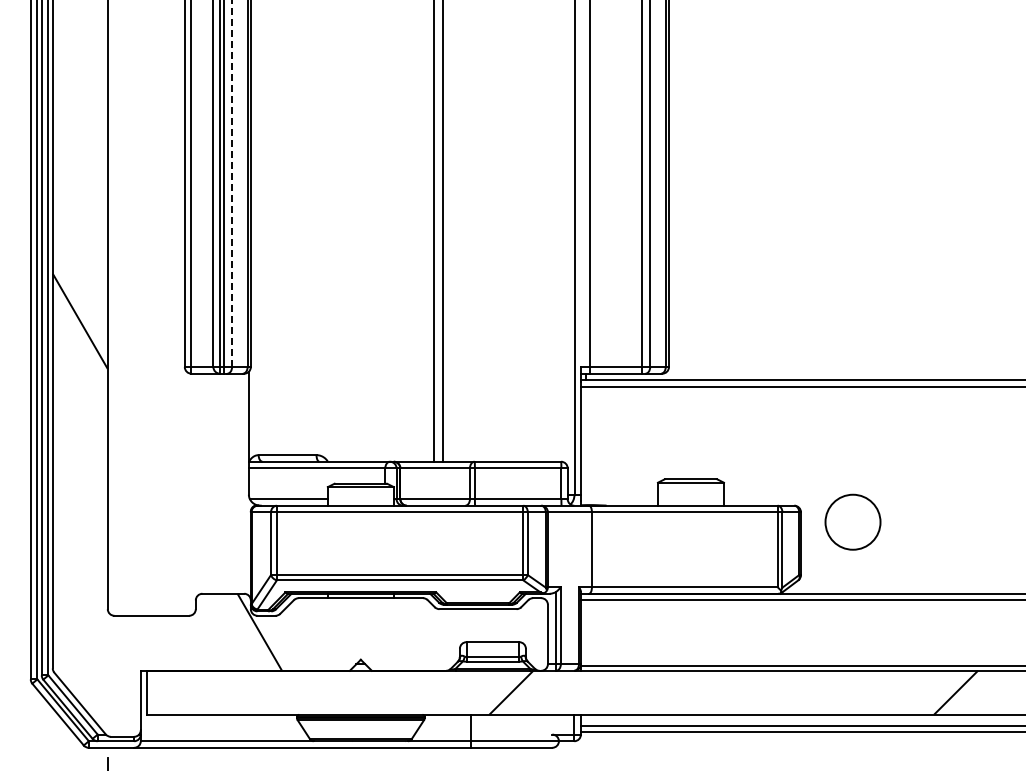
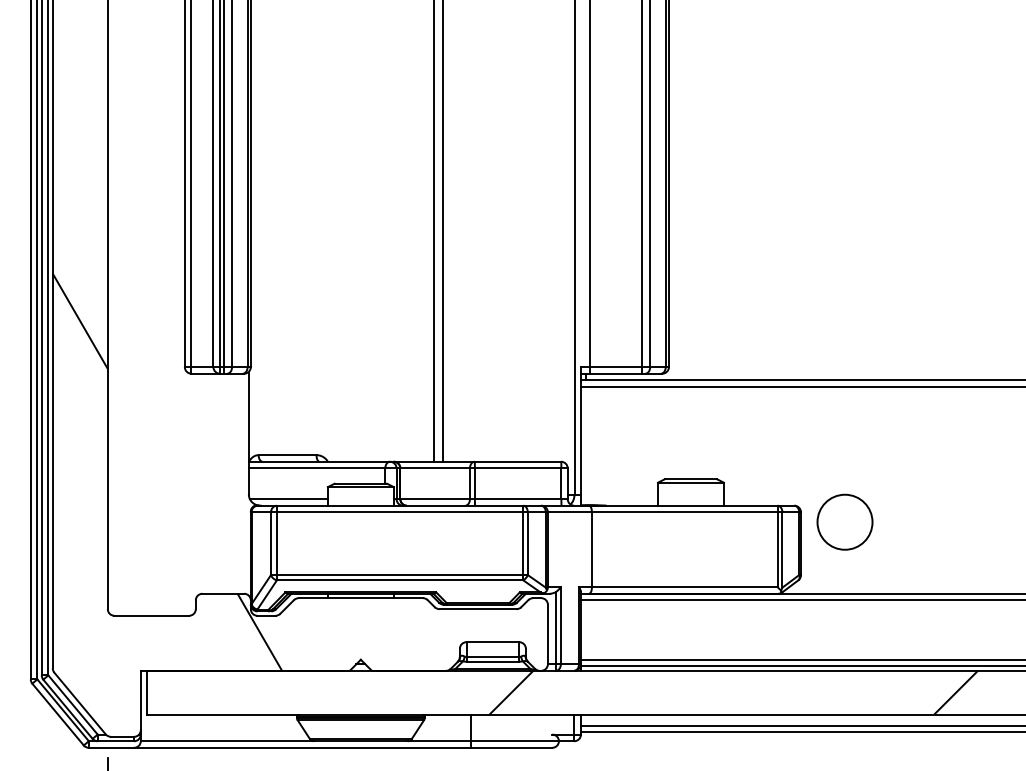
line at (232, 183): dashed -> solid
circle at (852, 521) position: (852, 521) -> (844, 521)
line at (801, 659): none -> present
